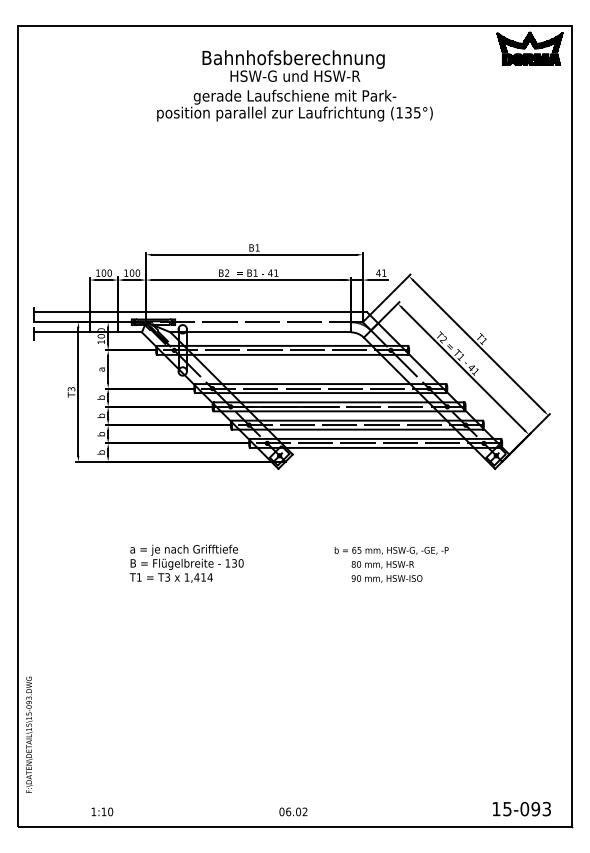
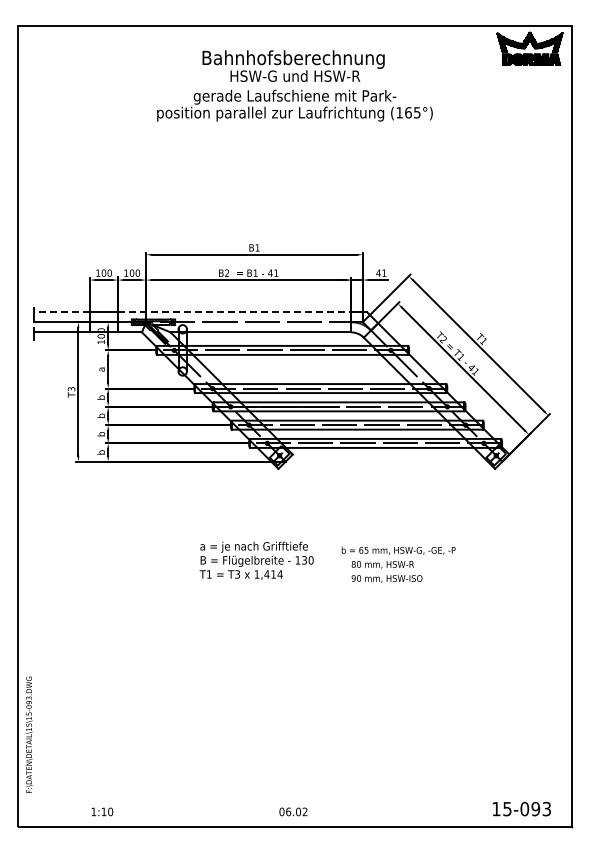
text at (408, 112): (135°) -> (165°)
line at (61, 312): solid -> dashed
line at (234, 312): solid -> dashed
text at (391, 550) position: (391, 550) -> (398, 550)
text at (186, 563) position: (186, 563) -> (256, 560)
